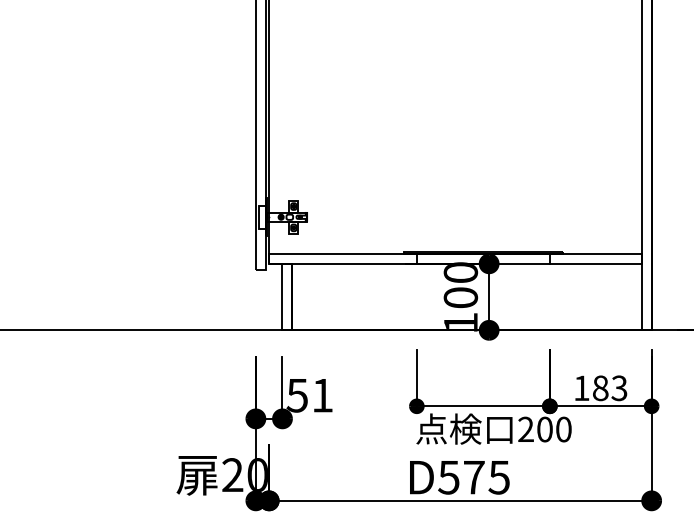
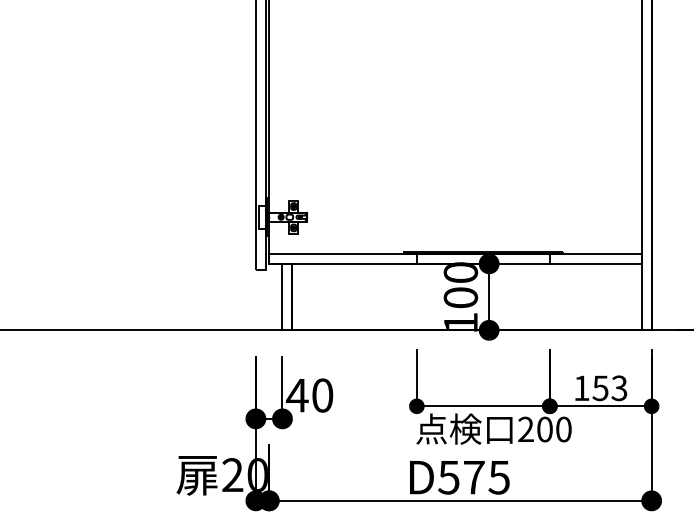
text at (600, 388): 183 -> 153
text at (309, 395): 51 -> 40
